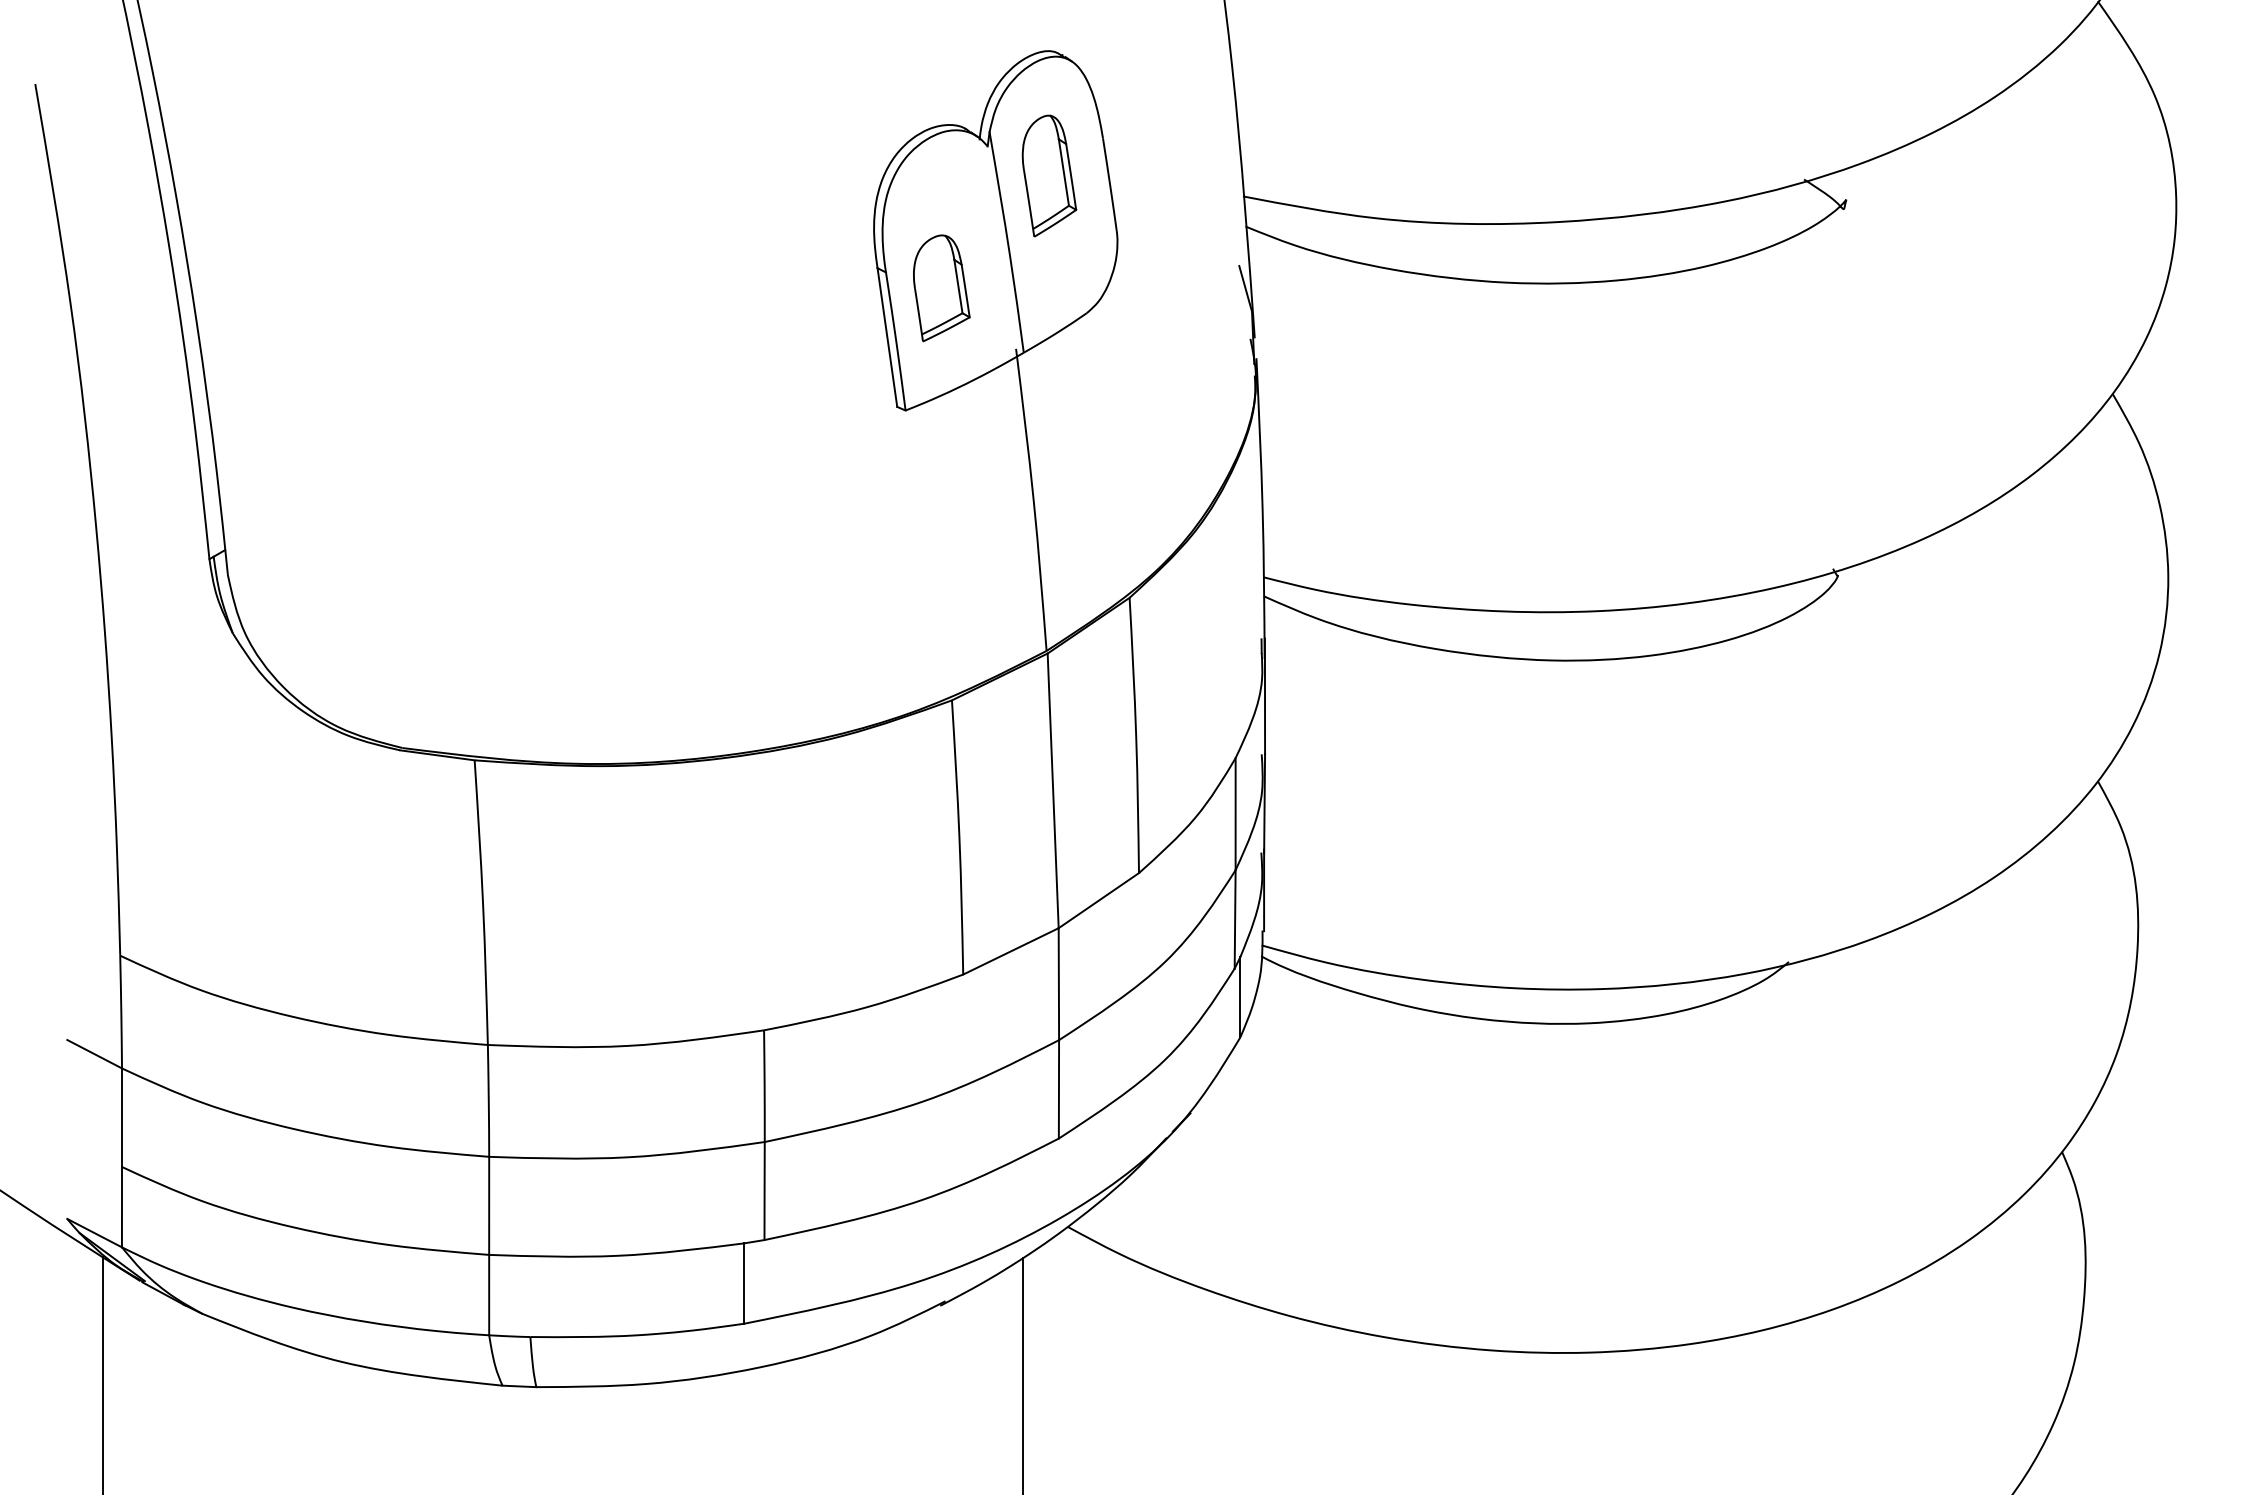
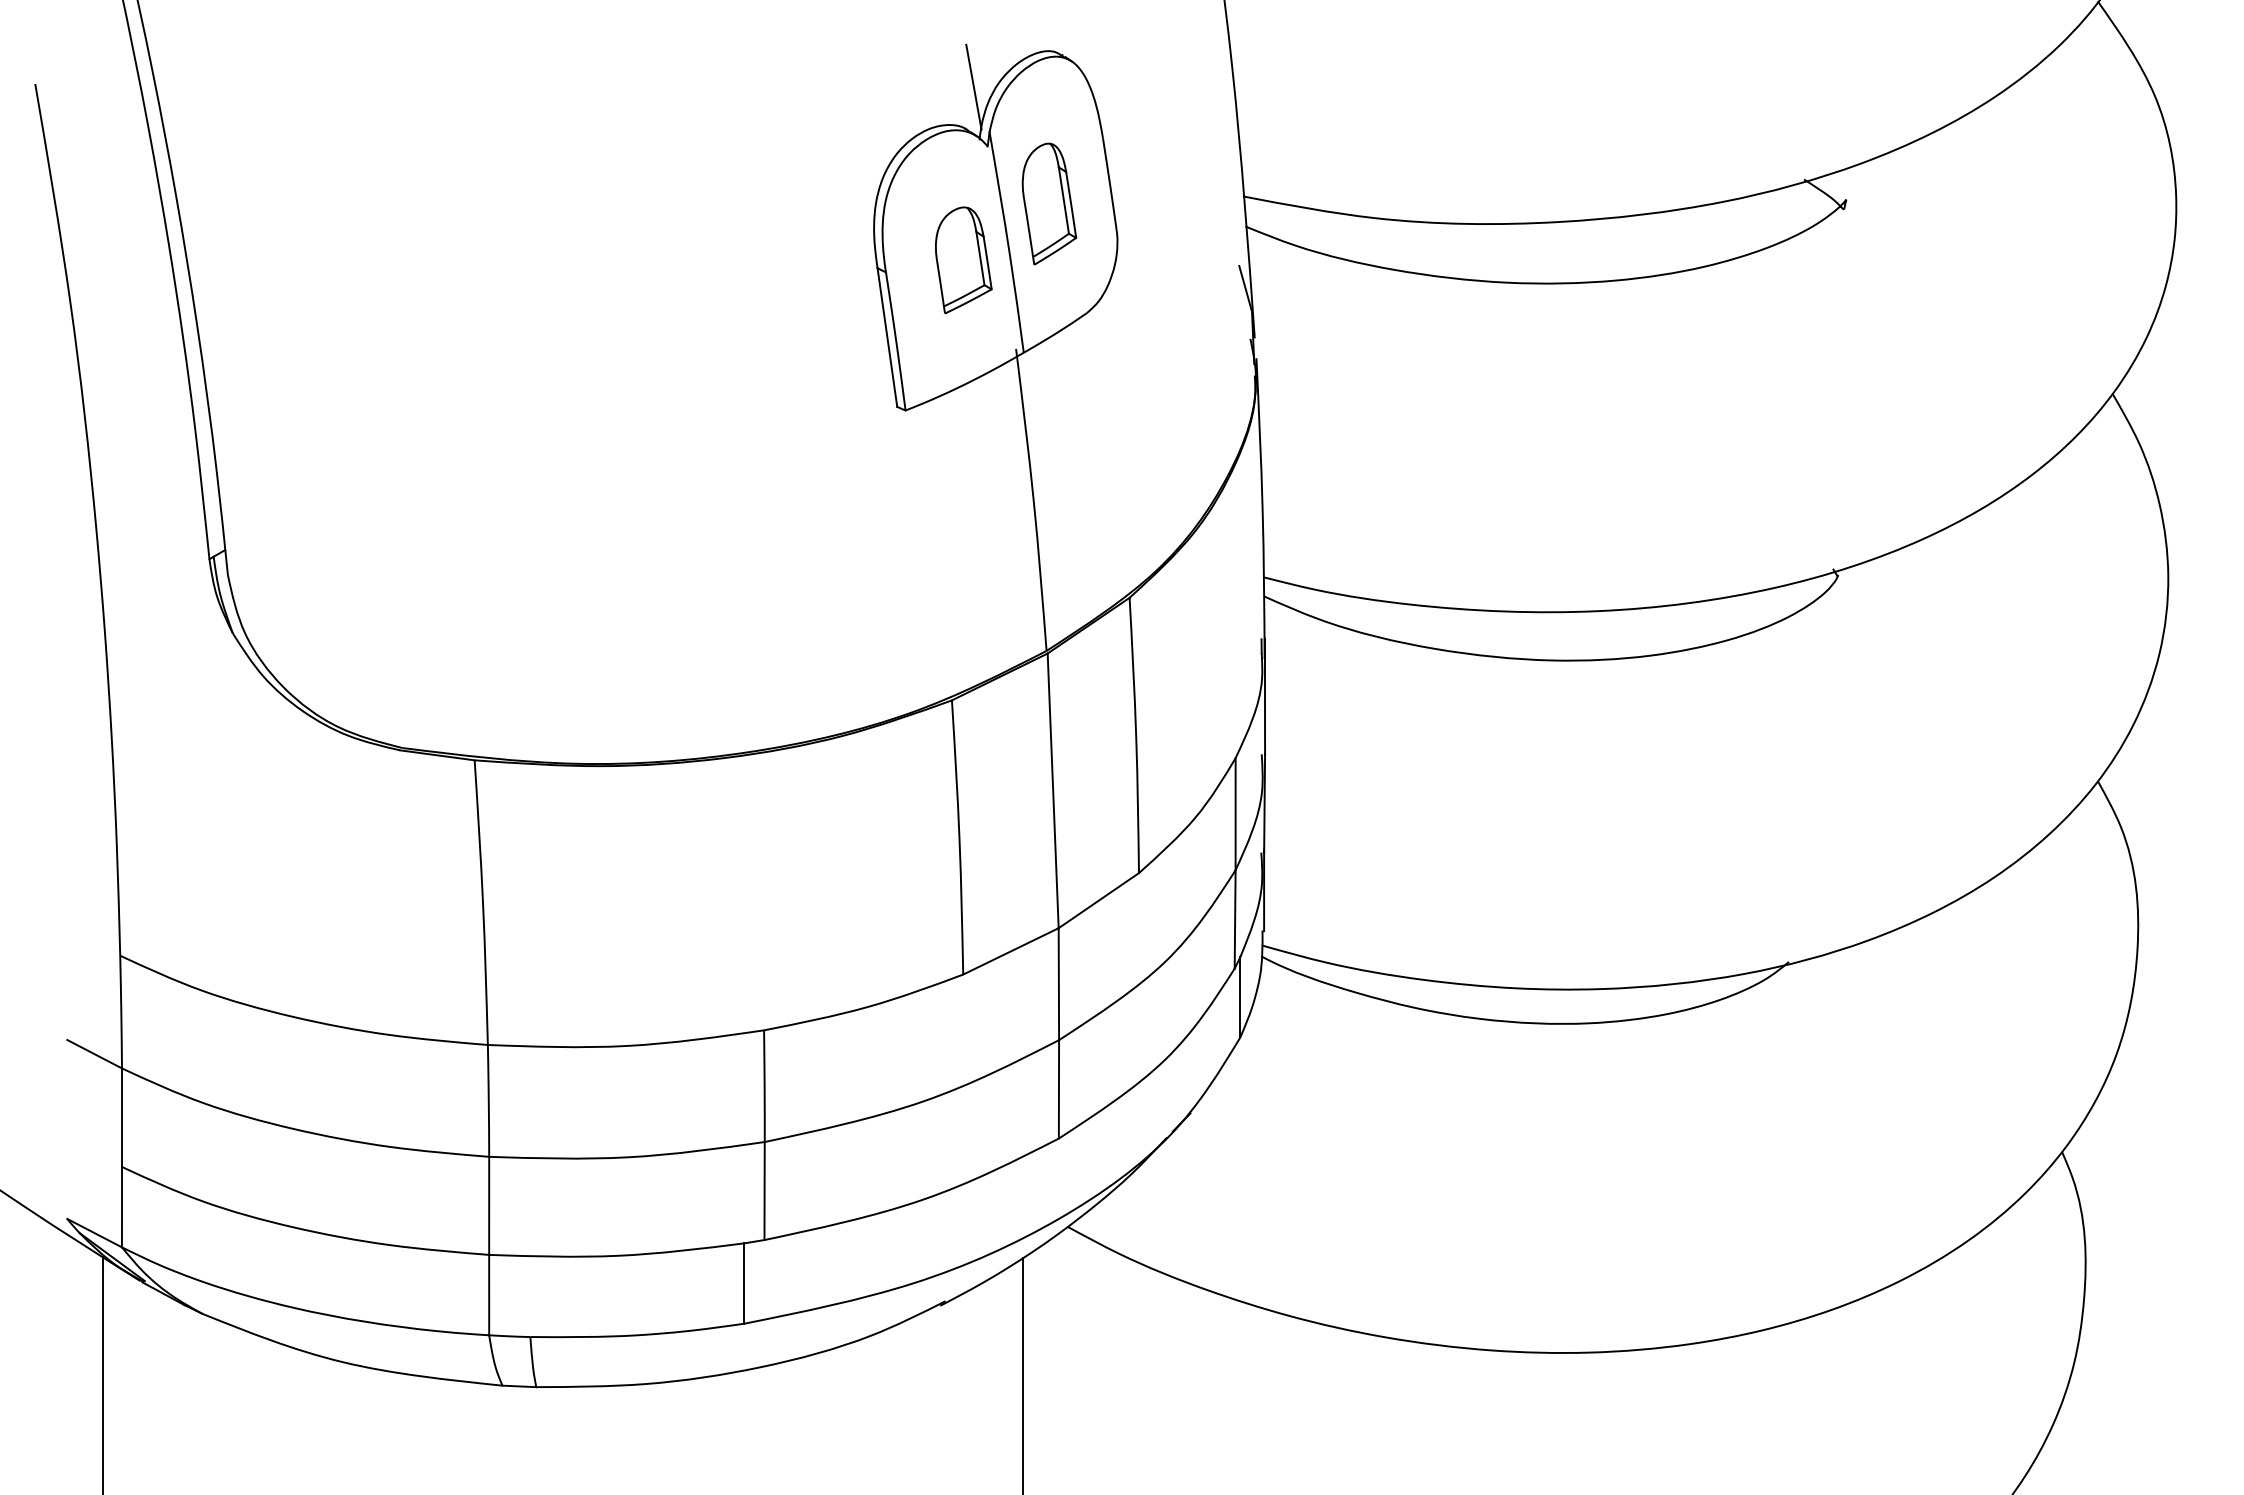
line at (973, 86): none -> present
part at (1049, 175) position: (1049, 175) -> (1049, 203)
part at (941, 288) position: (941, 288) -> (963, 260)
